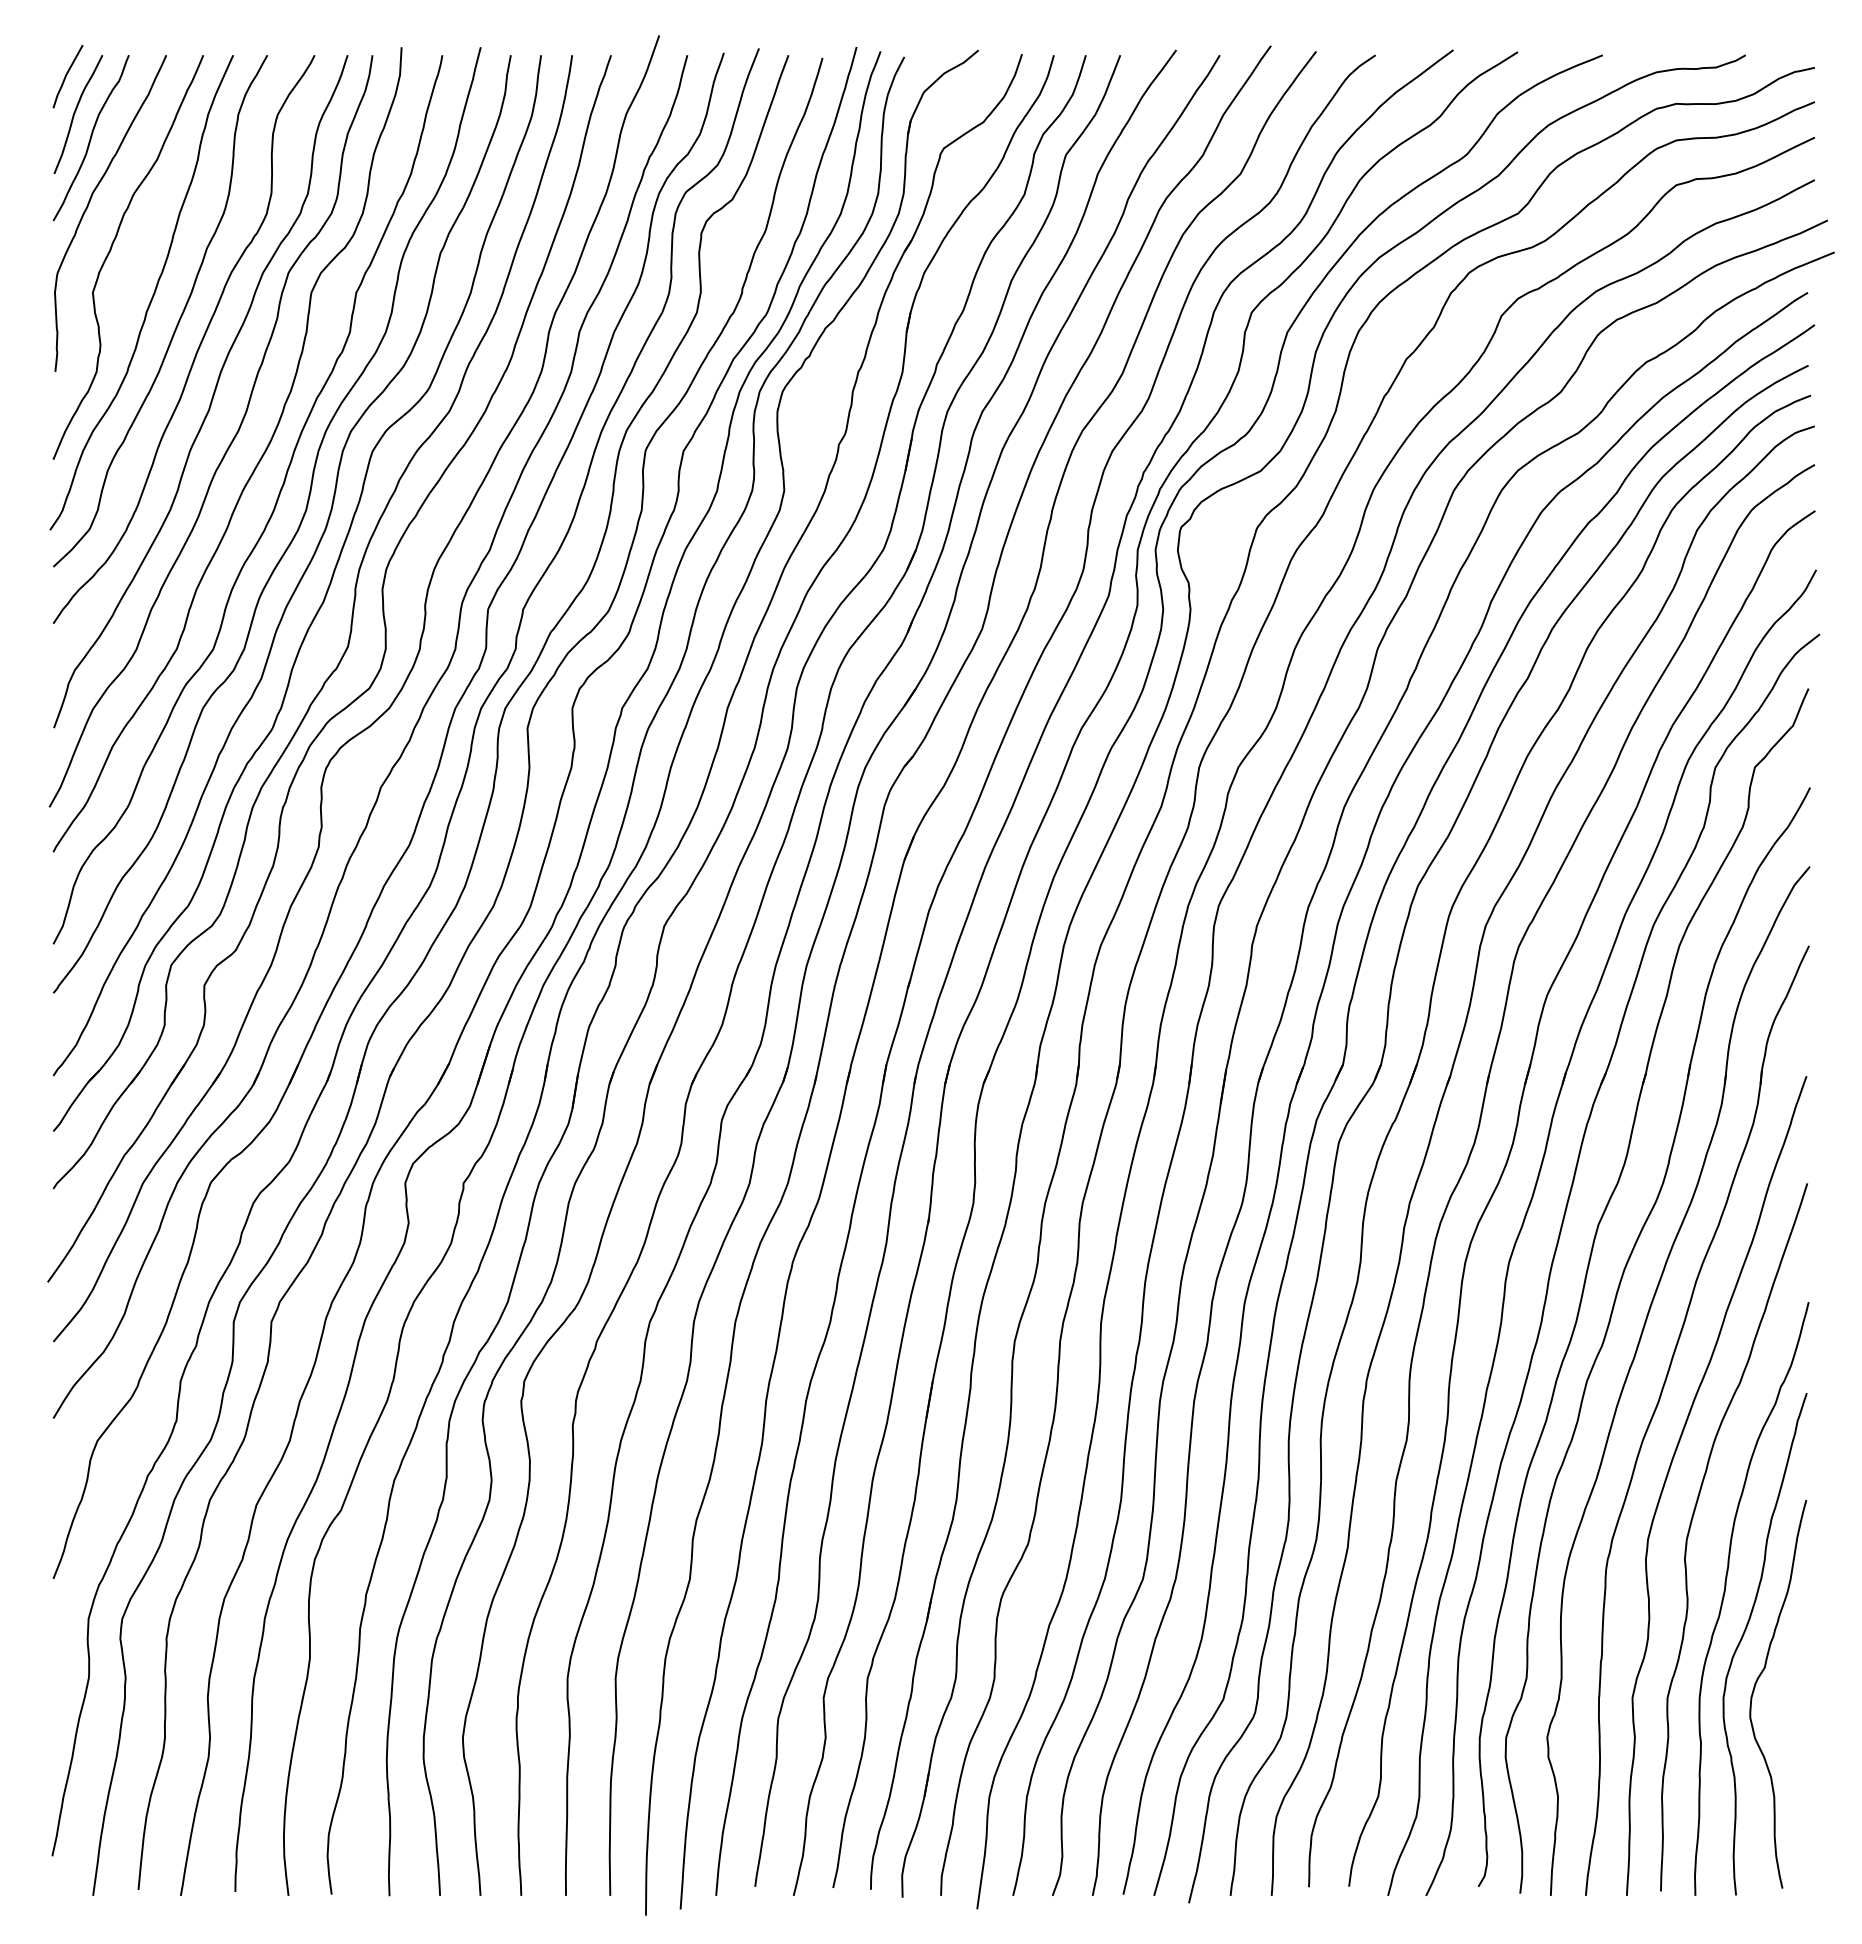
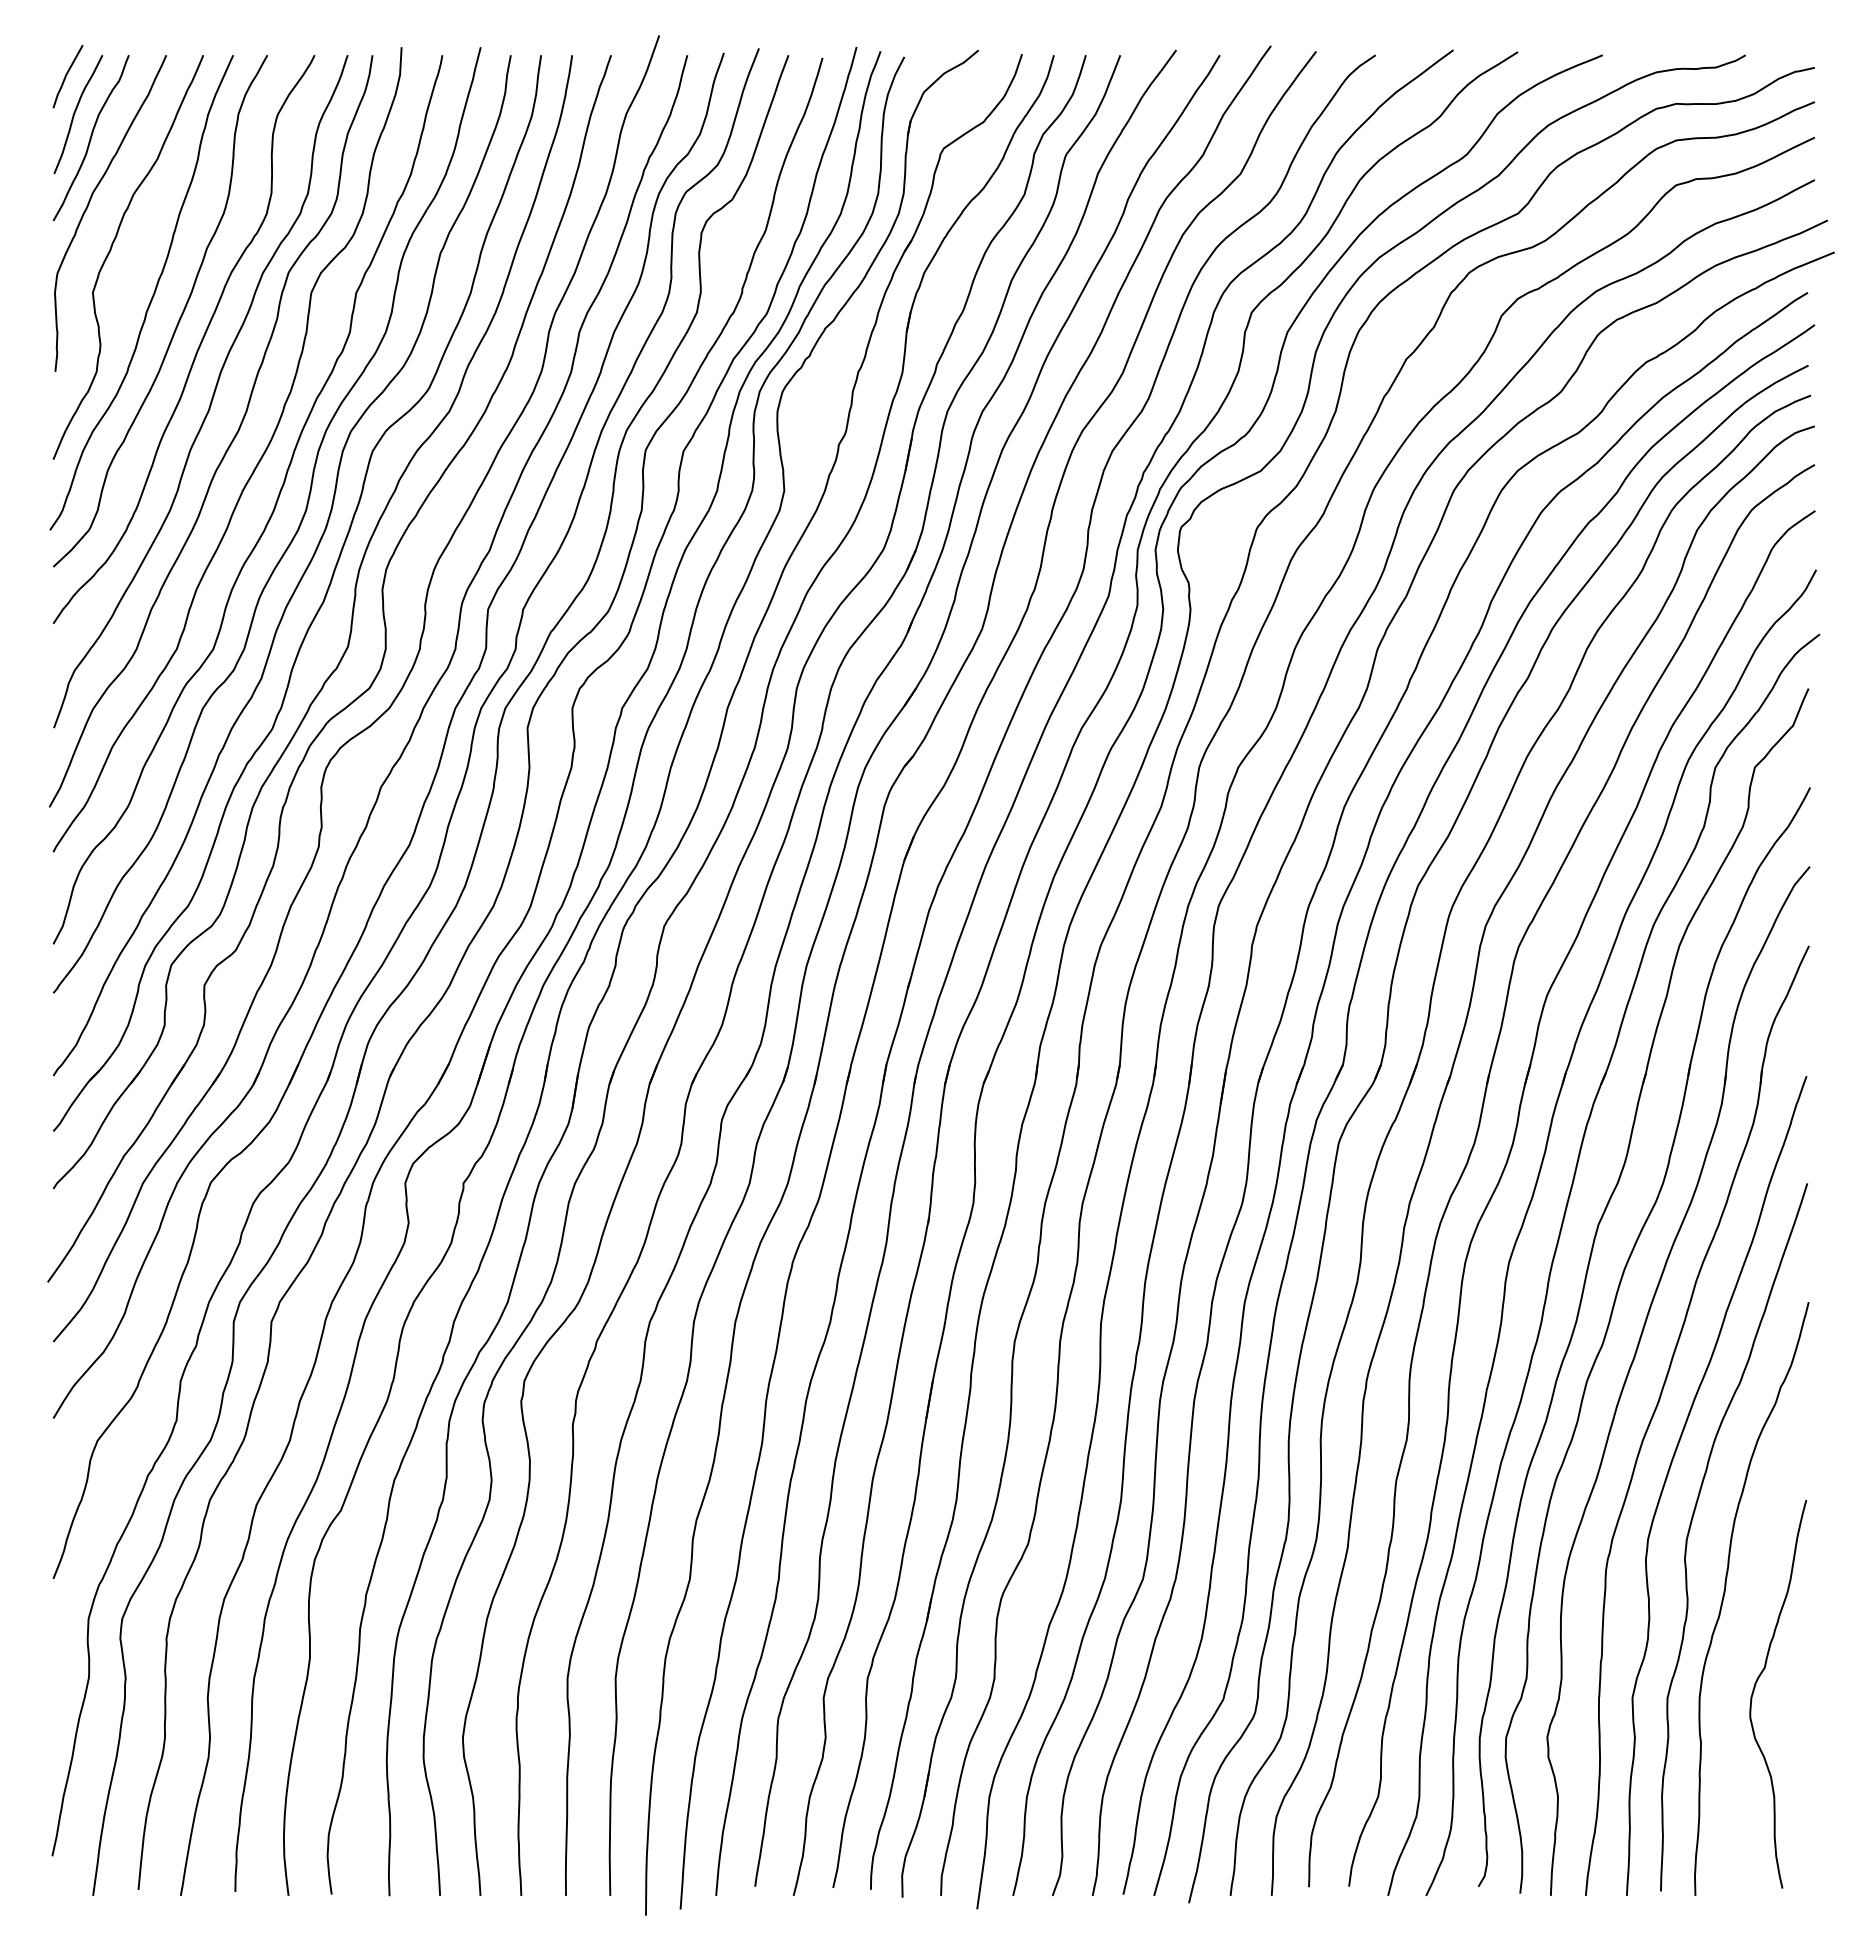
curve at (1743, 1637): present -> none
